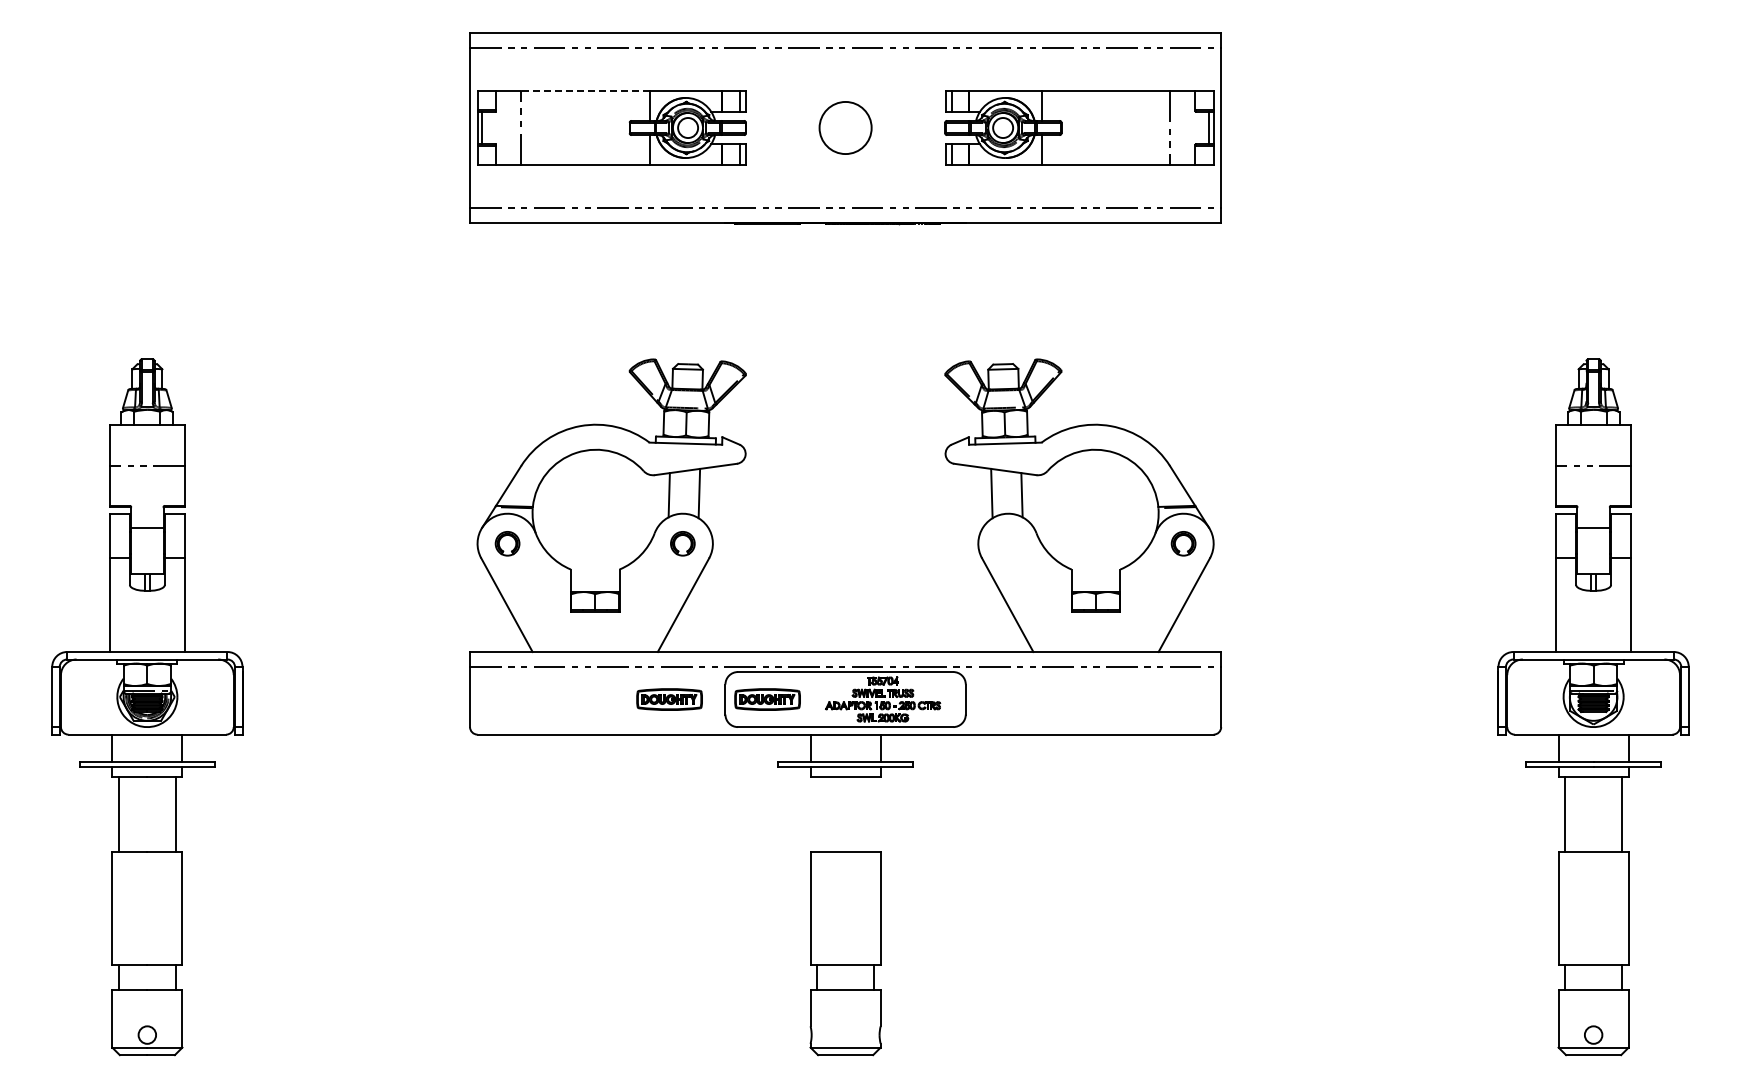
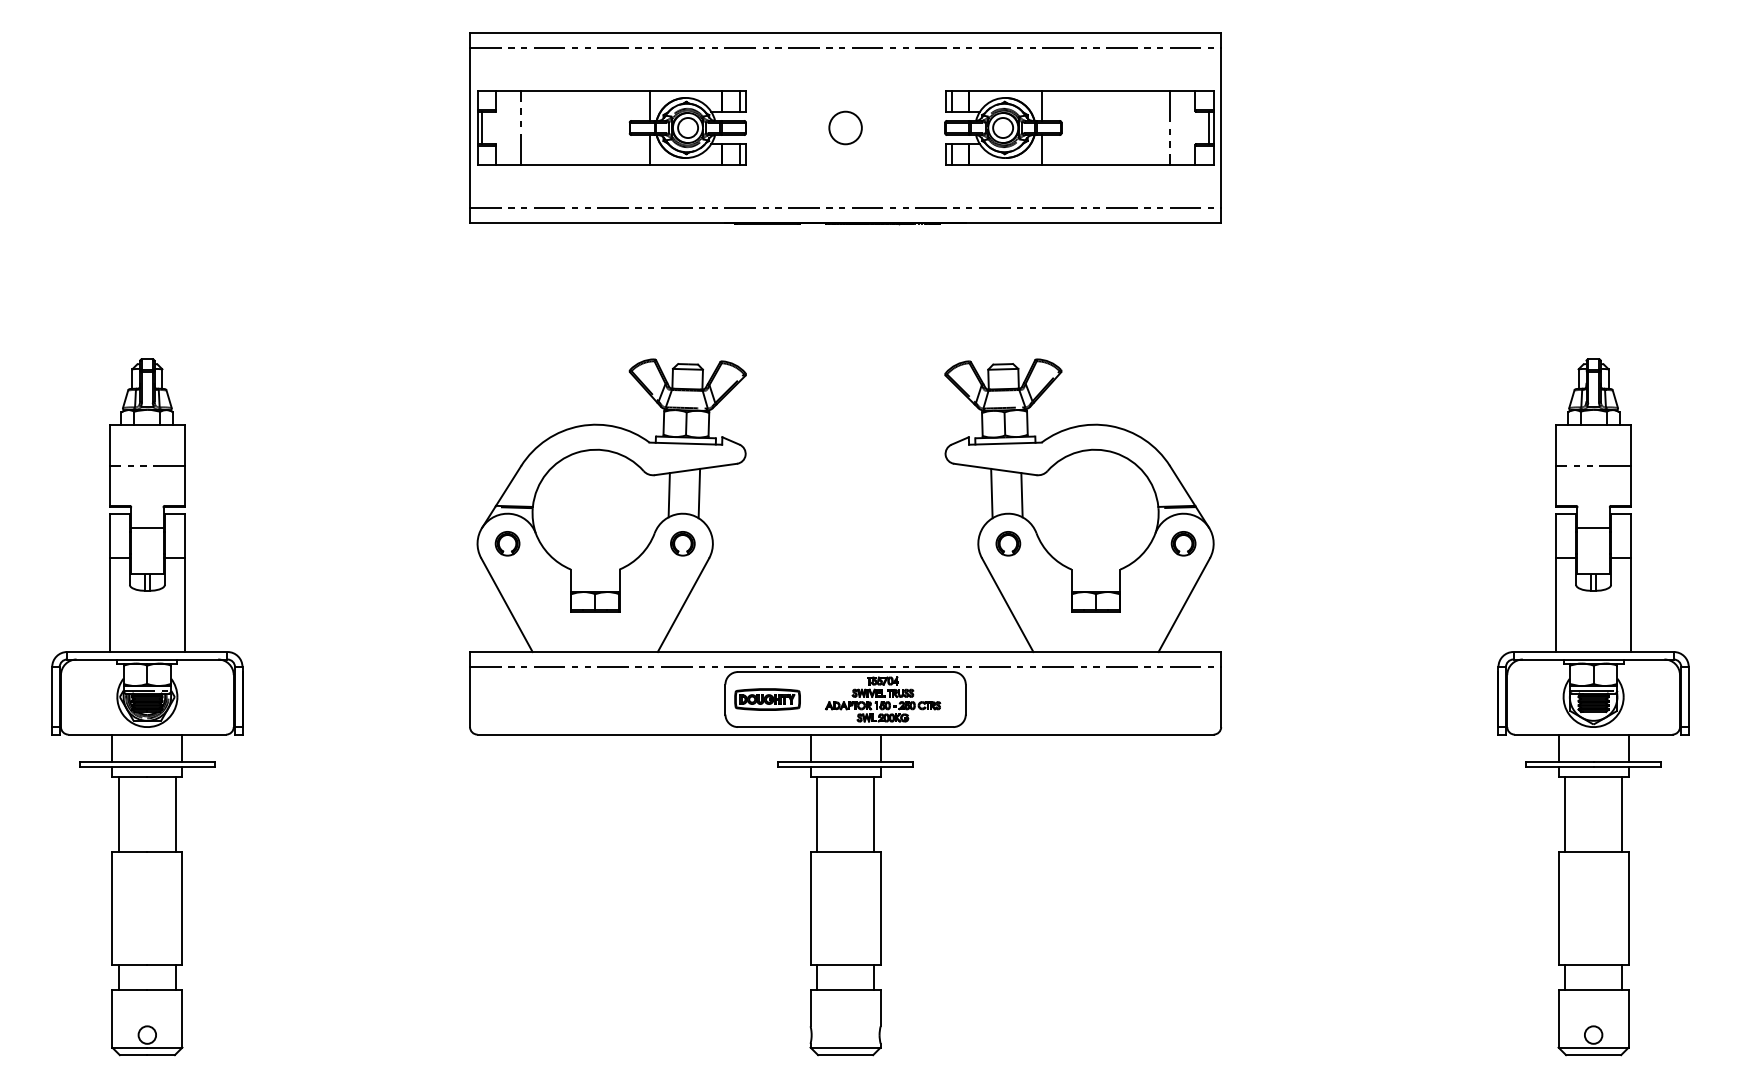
line at (584, 90): dashed -> solid
circle at (845, 127) diameter: 52 px -> 33 px
part at (1008, 543): none -> present
part at (669, 699): present -> none
line at (816, 814): none -> present
line at (874, 814): none -> present
